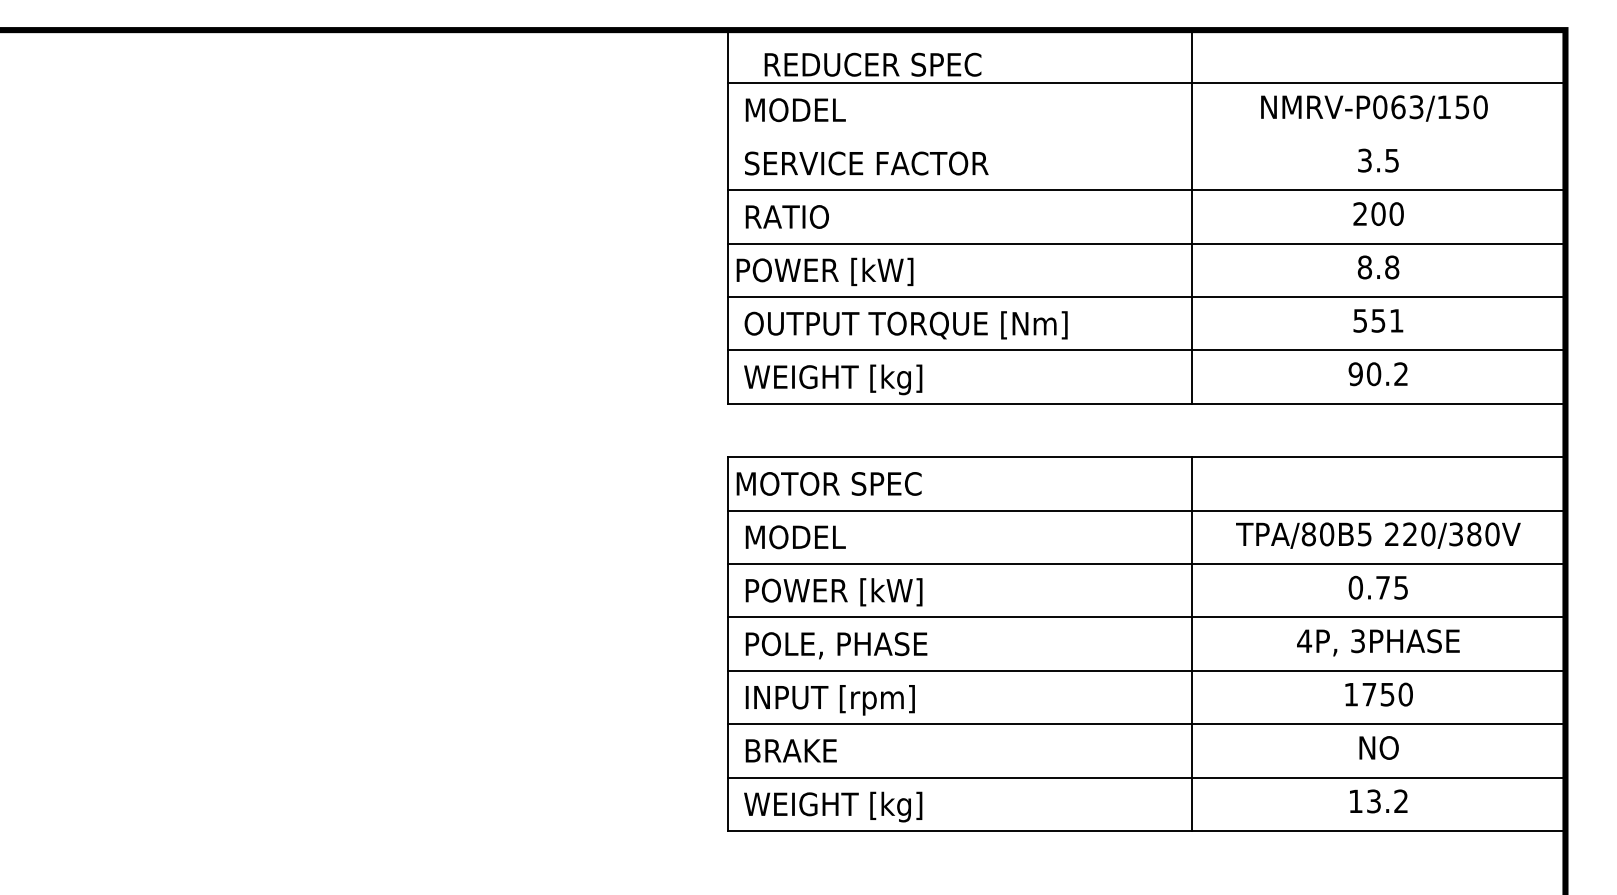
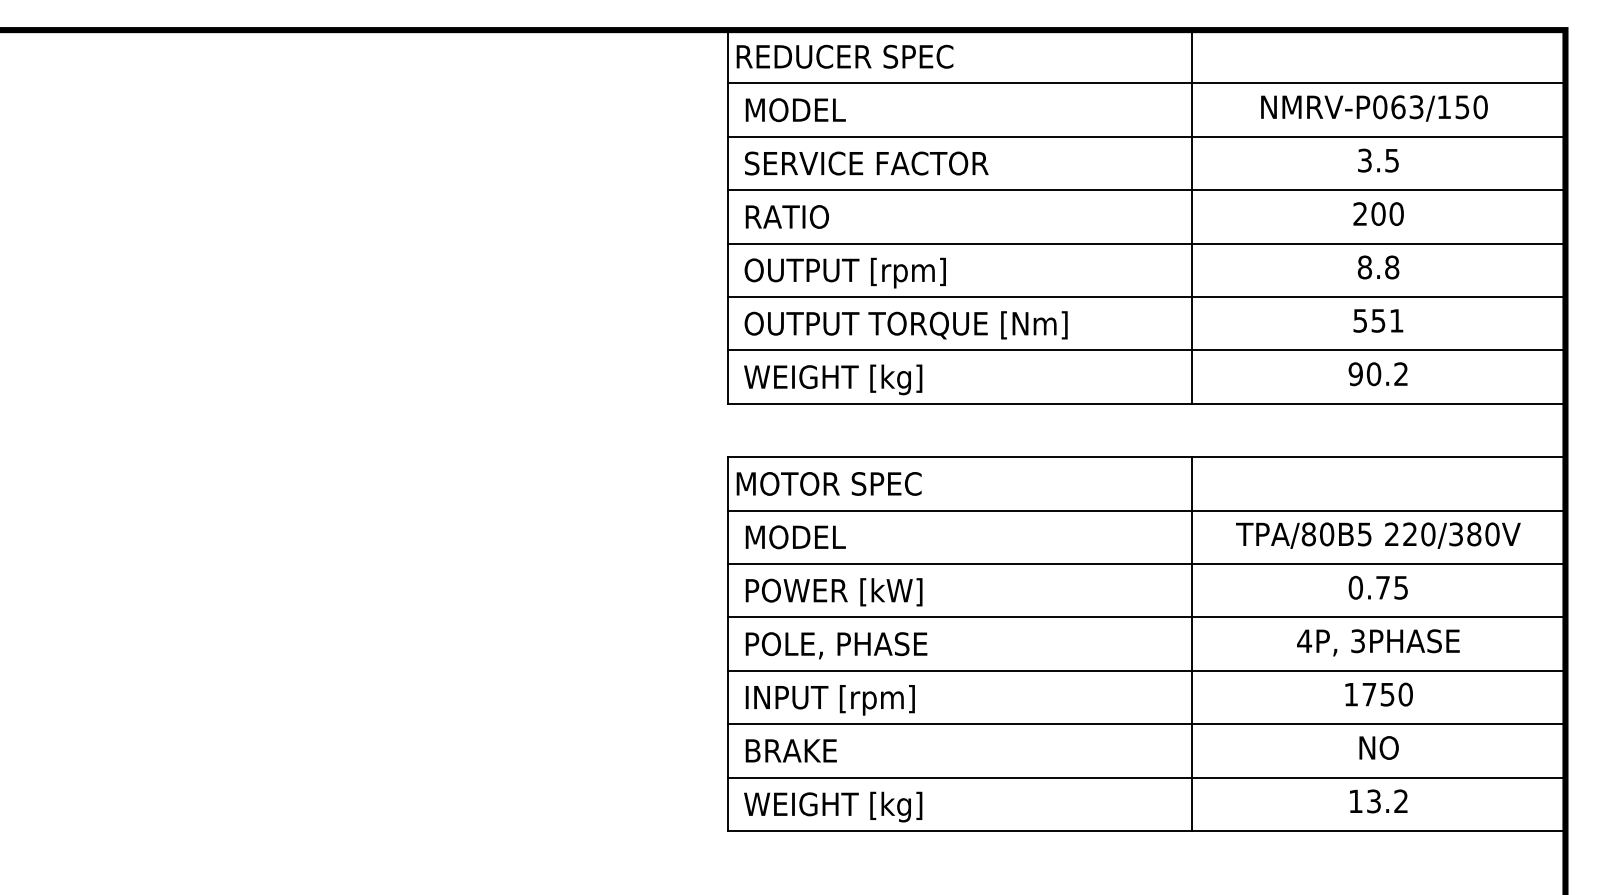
text at (872, 64) position: (872, 64) -> (844, 56)
line at (1146, 136): none -> present
text at (840, 272): POWER [kW] -> OUTPUT [rpm]
